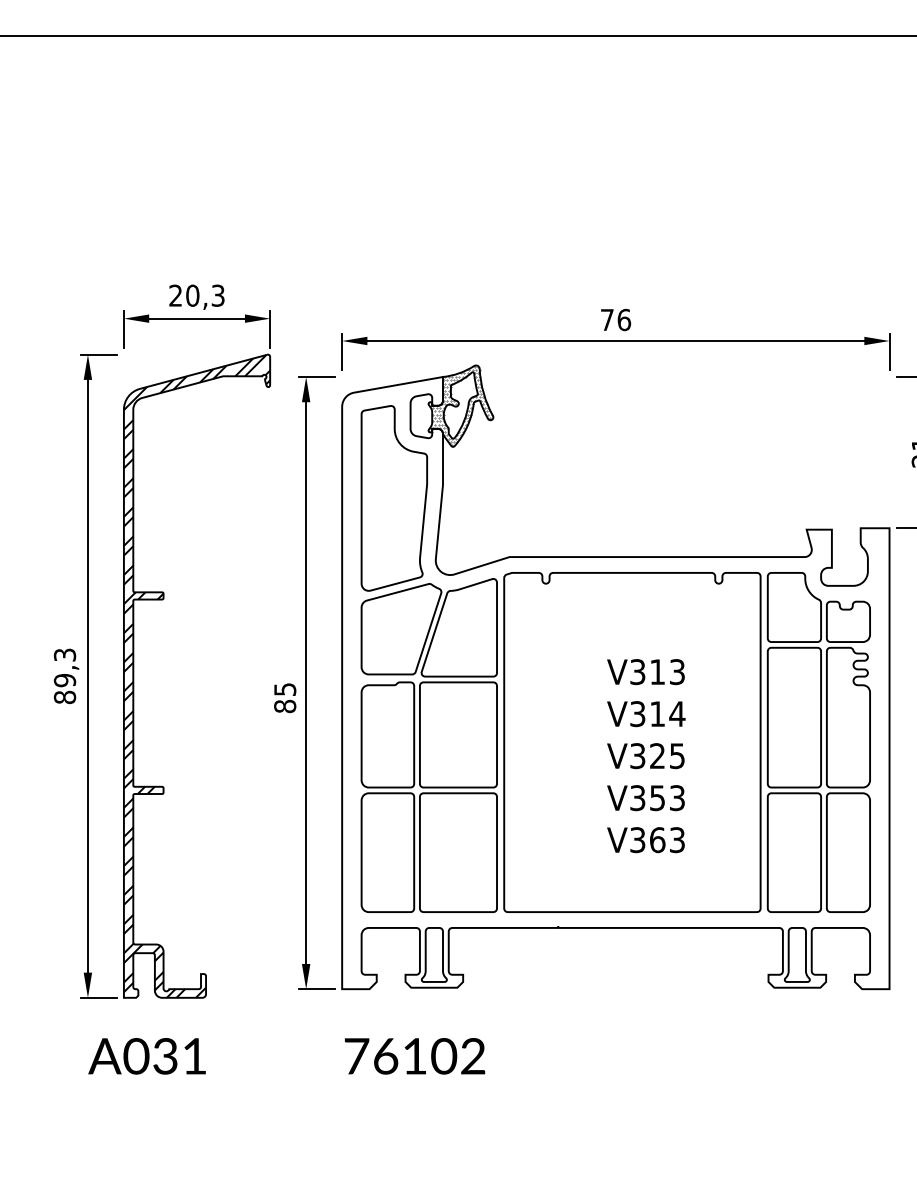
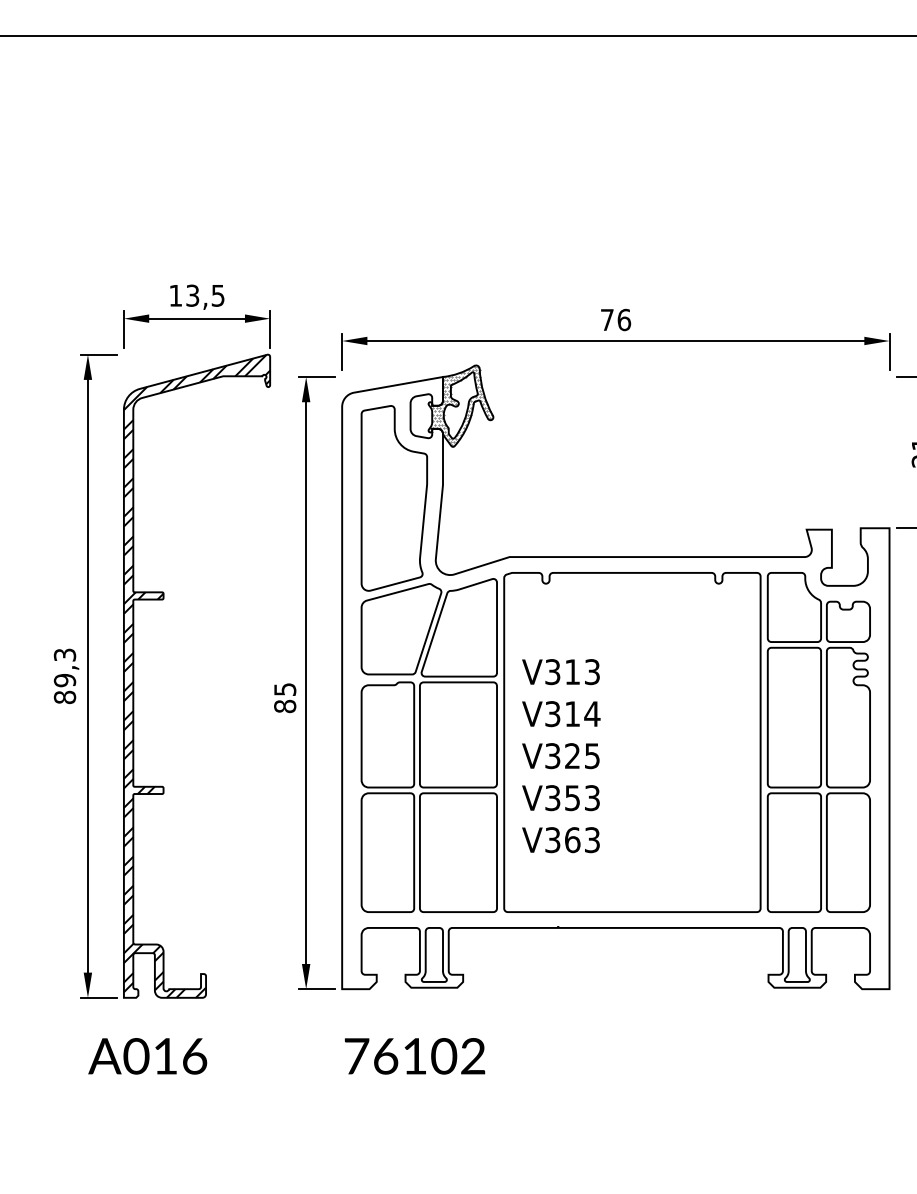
text at (196, 295): 20,3 -> 13,5
text at (646, 756) position: (646, 756) -> (561, 756)
text at (180, 1056): A031 -> A016
